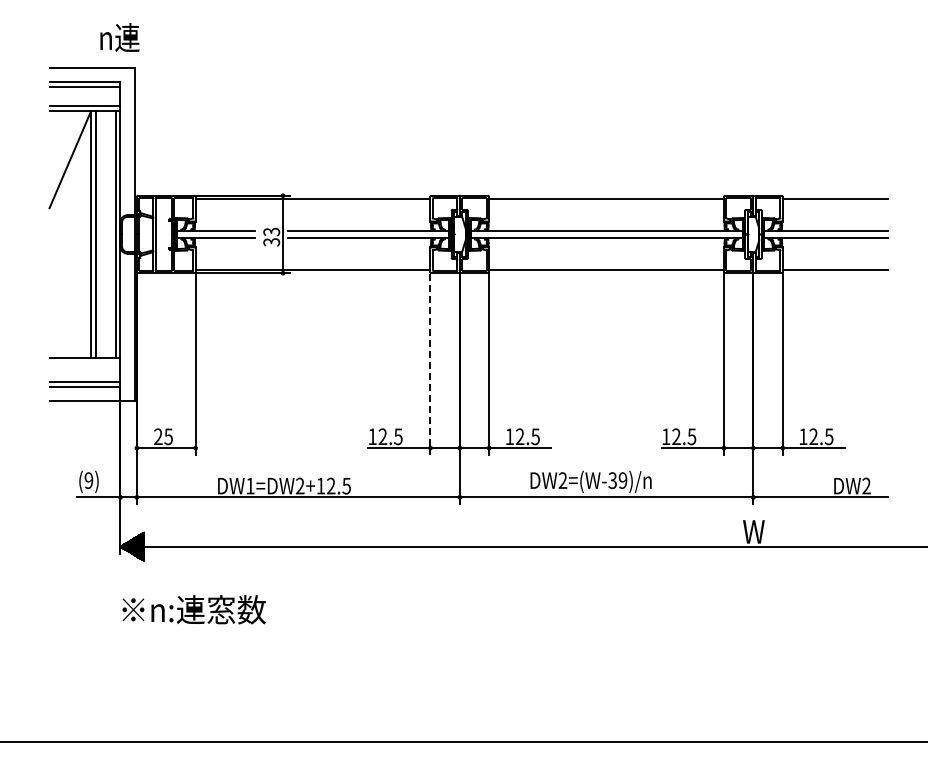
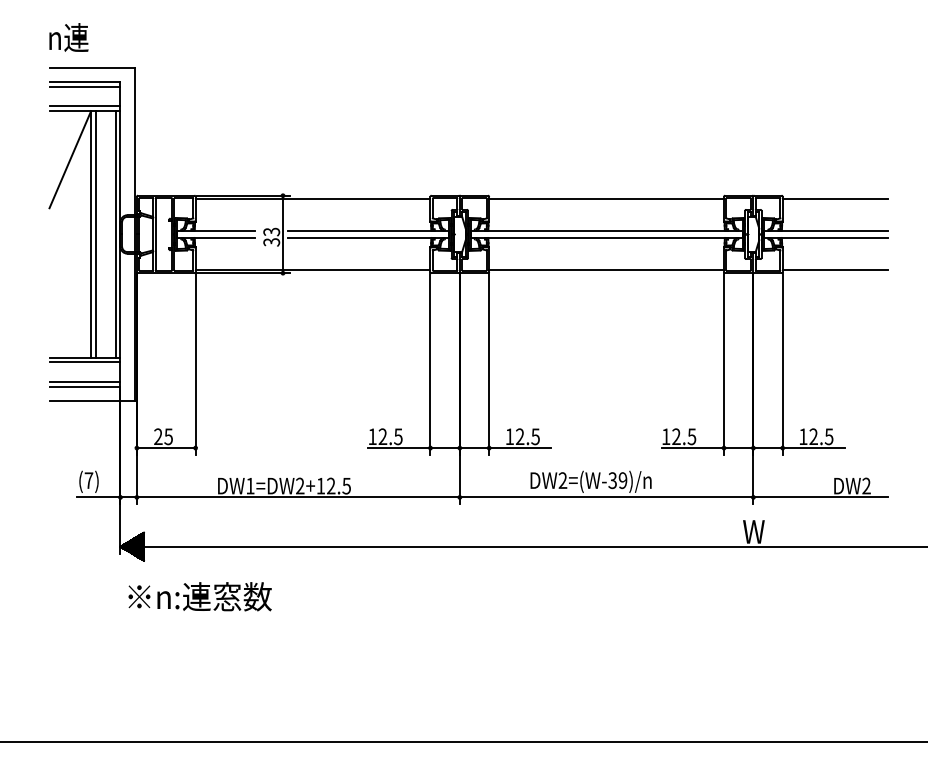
text at (119, 37) position: (119, 37) -> (68, 37)
line at (84, 362): none -> present
line at (430, 365): dashed -> solid
text at (88, 480): (9) -> (7)
text at (193, 609) position: (193, 609) -> (199, 596)
